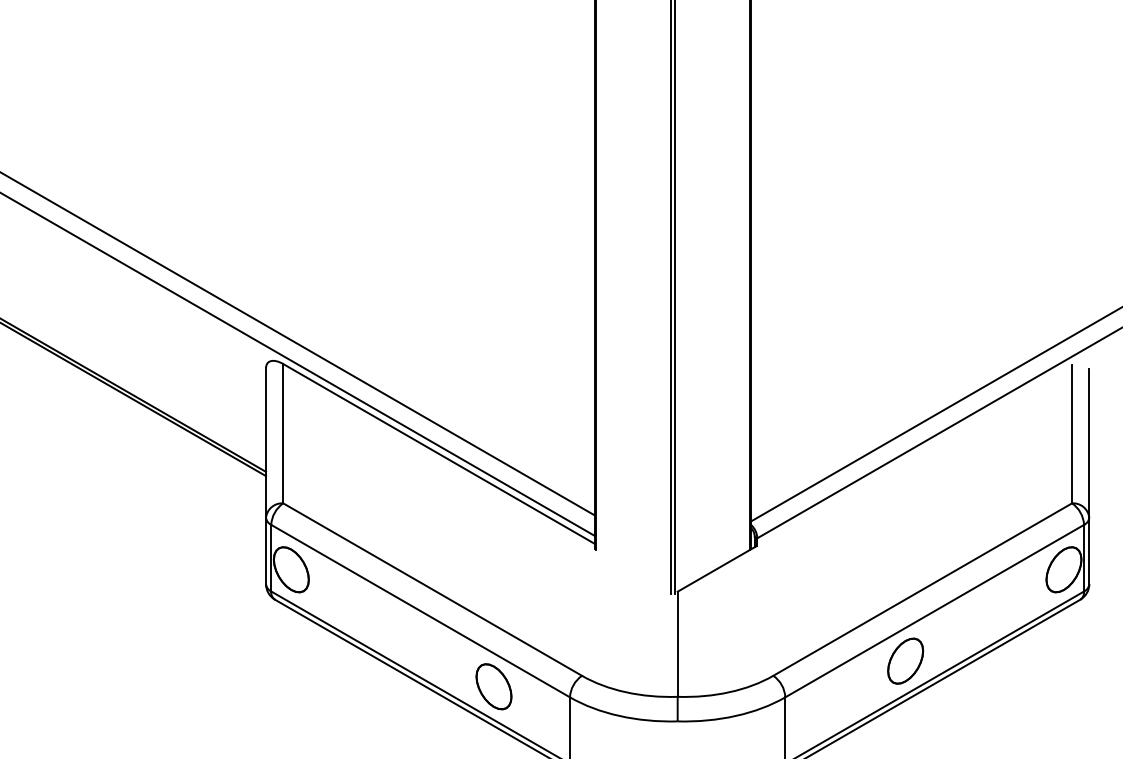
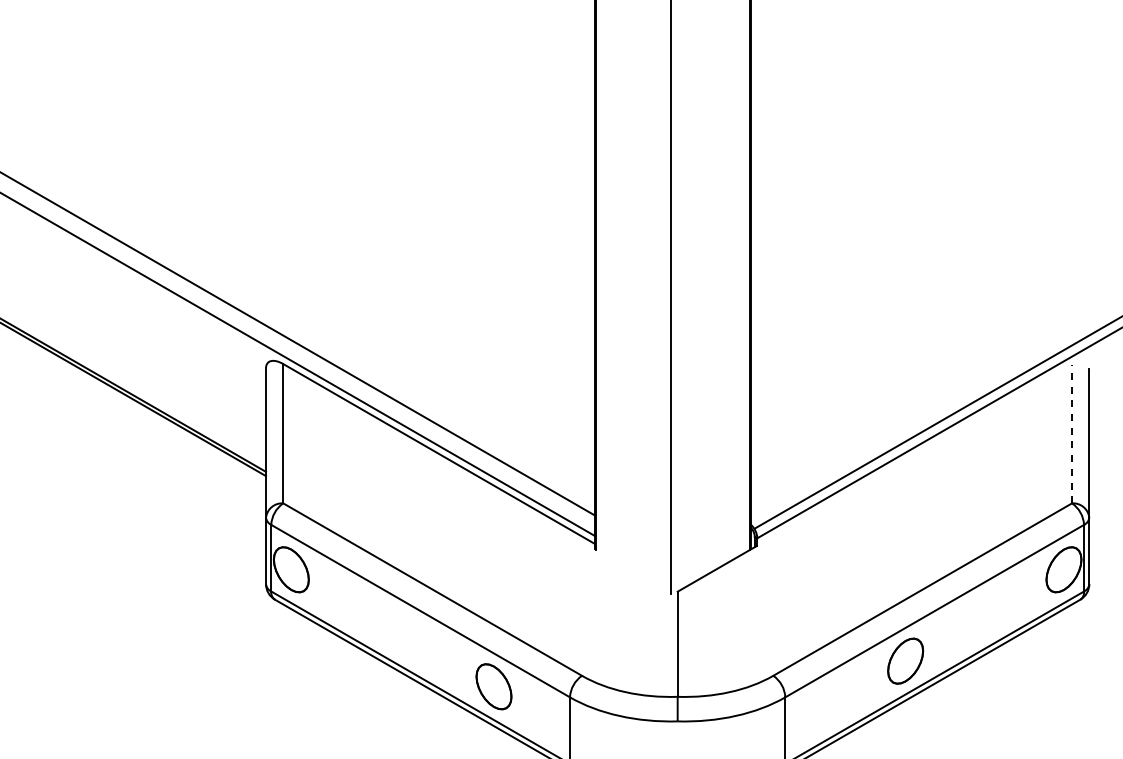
line at (674, 297): present -> none
line at (934, 414) position: (934, 414) -> (936, 423)
line at (1072, 433): solid -> dashed
